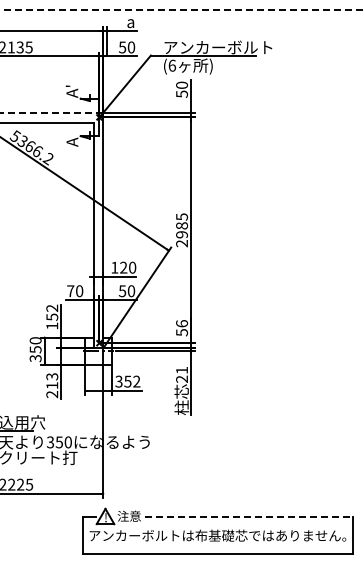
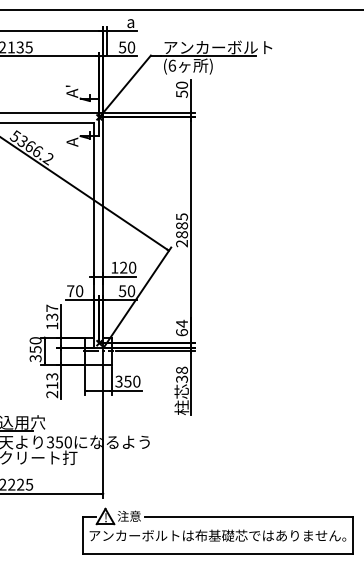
line at (182, 10): dashed -> solid
line at (51, 113): dashed -> solid
text at (181, 234): 2985 -> 2885
text at (52, 312): 152 -> 137
text at (182, 327): 56 -> 64
text at (182, 374): 21 -> 38
text at (136, 381): 352 -> 350
line at (248, 516): dashed -> solid
